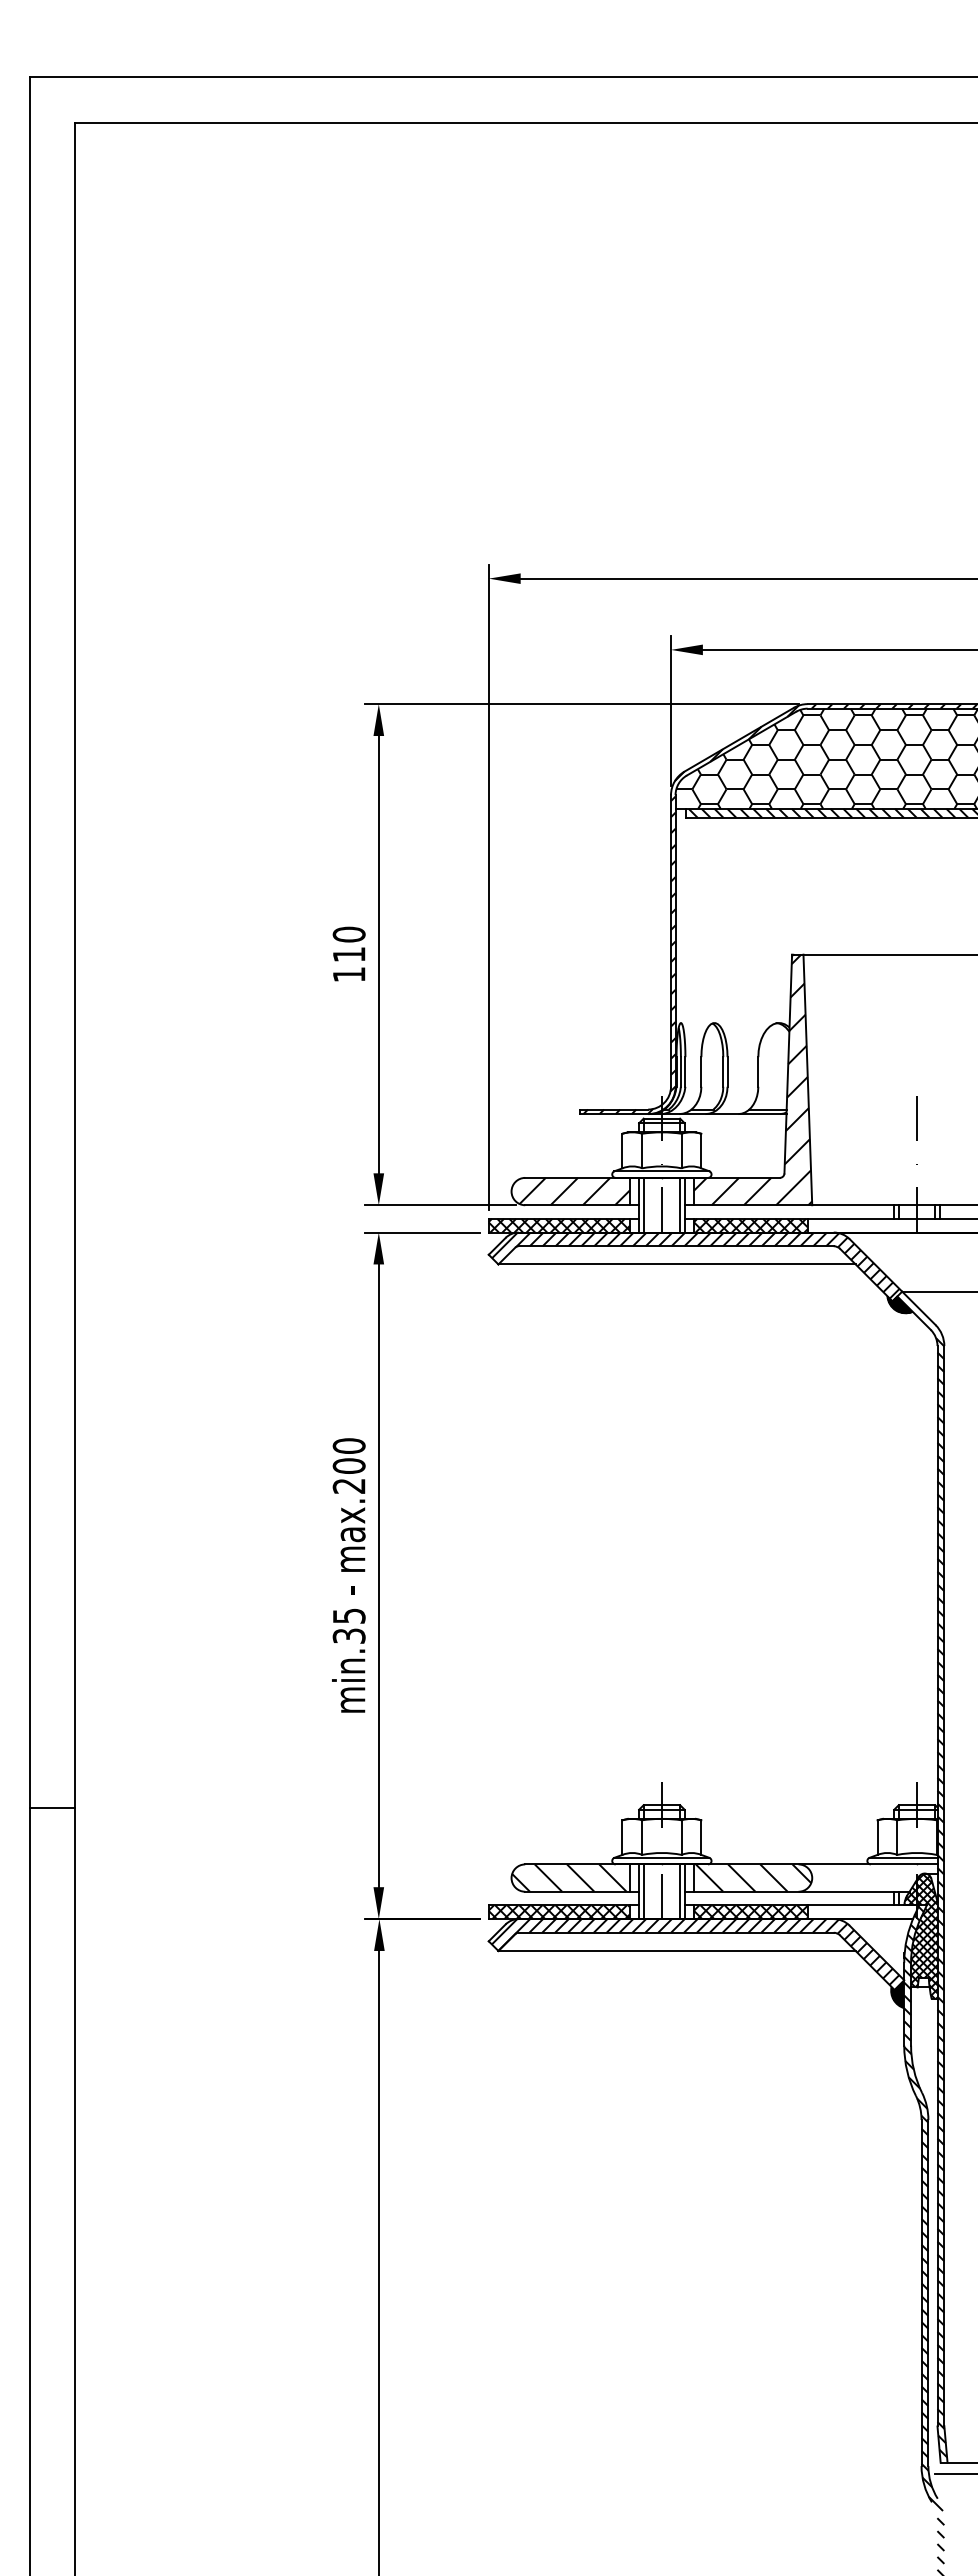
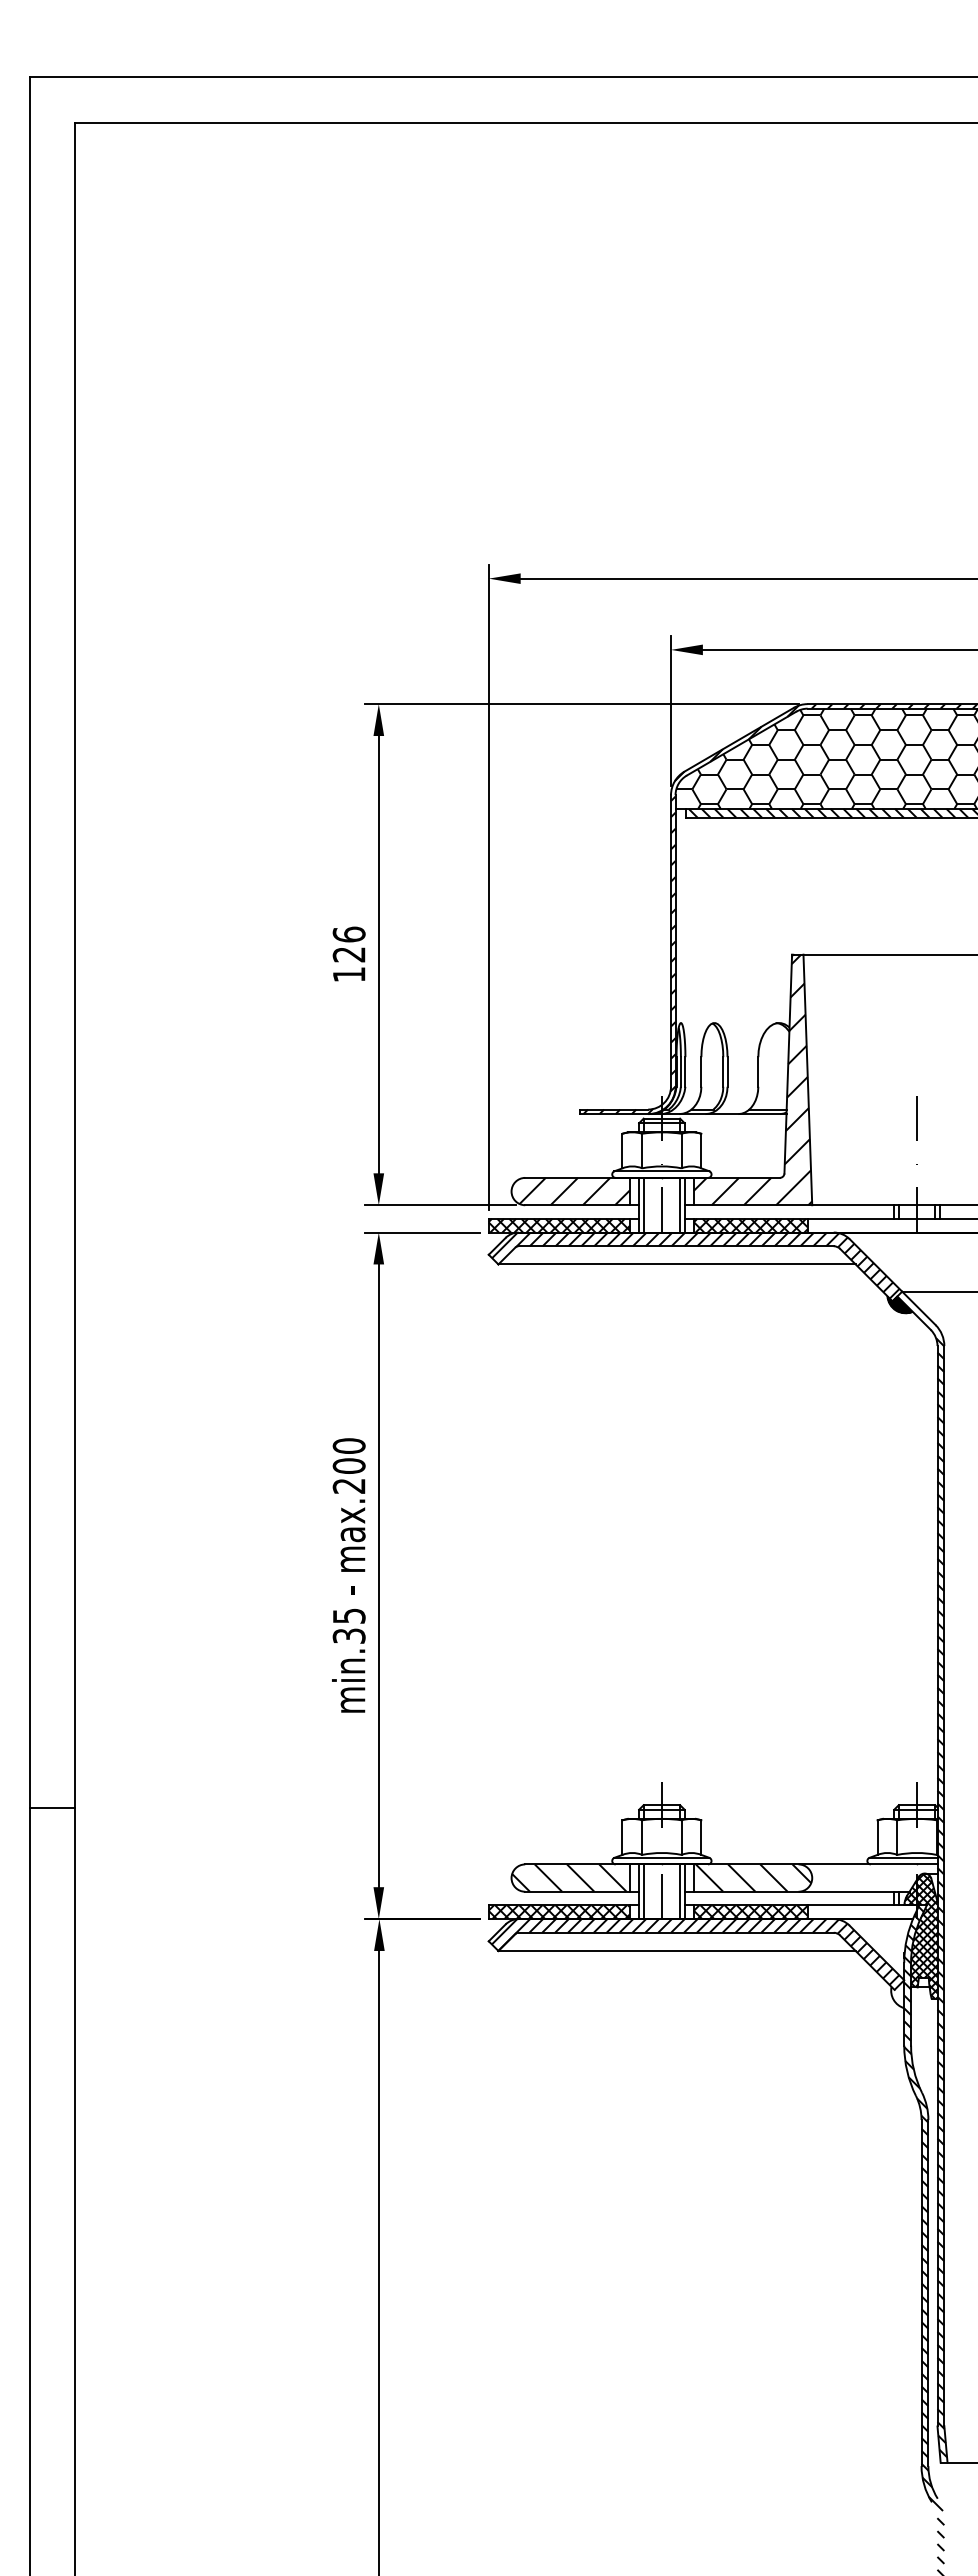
text at (348, 944): 110 -> 126
hatch at (897, 1994): present -> none
line at (954, 2474): present -> none
